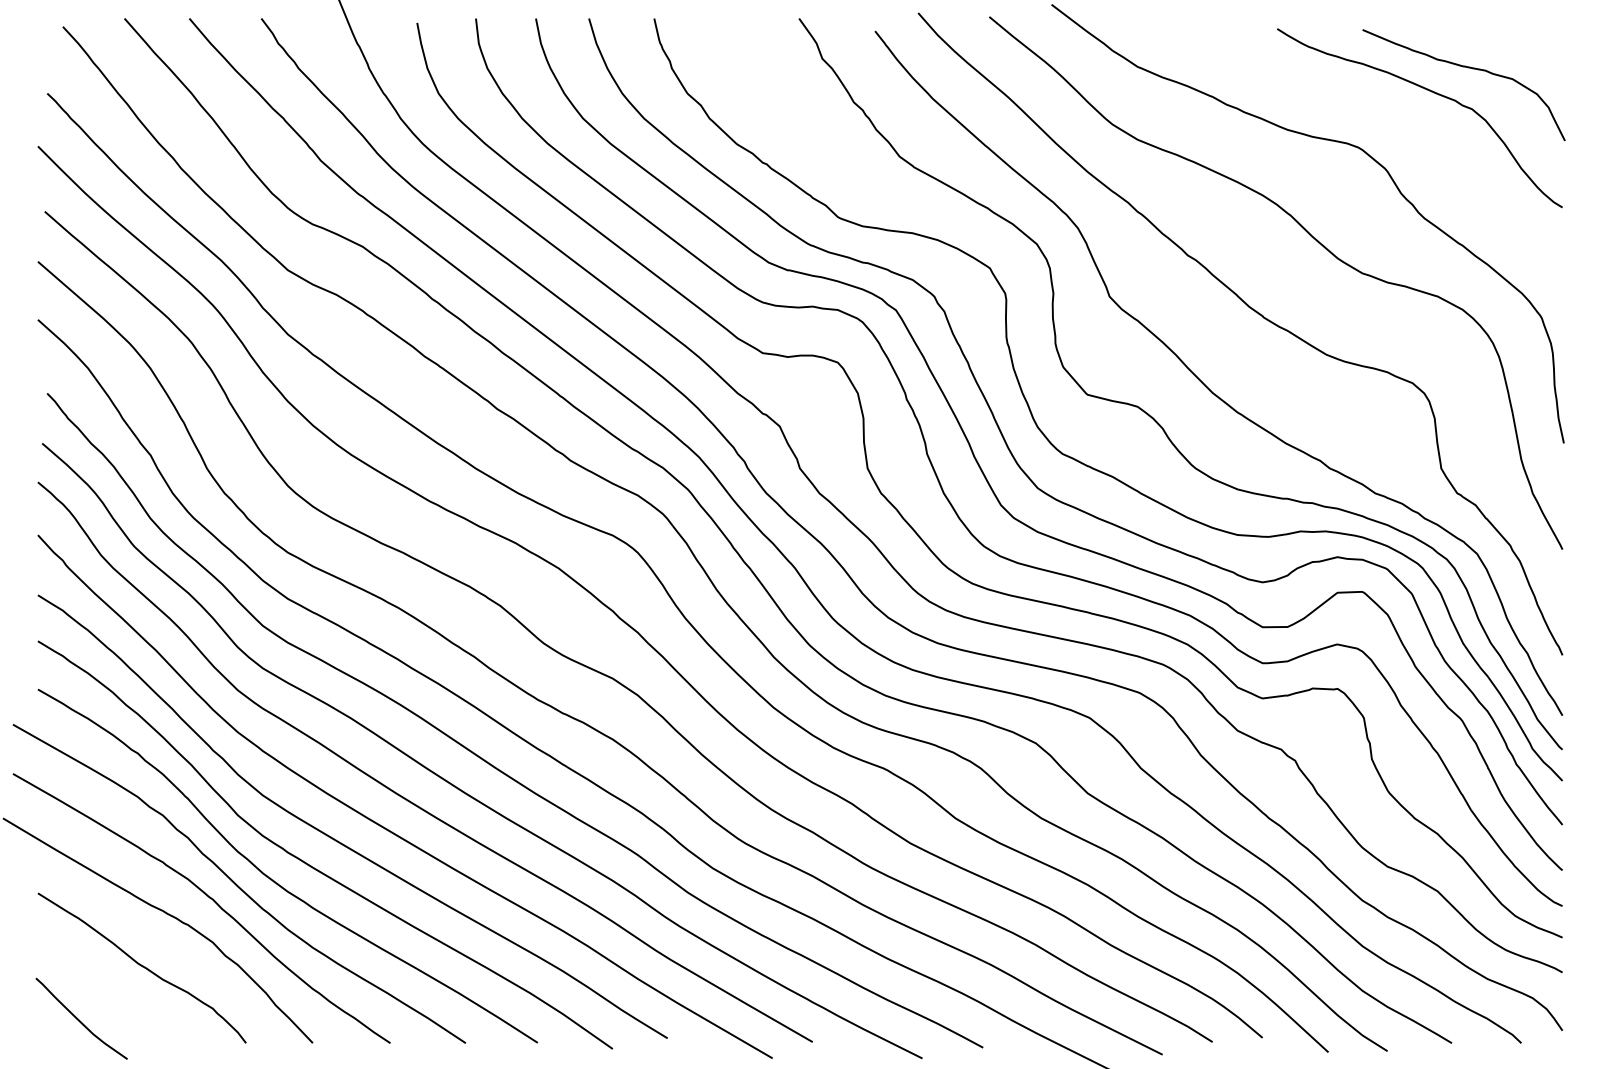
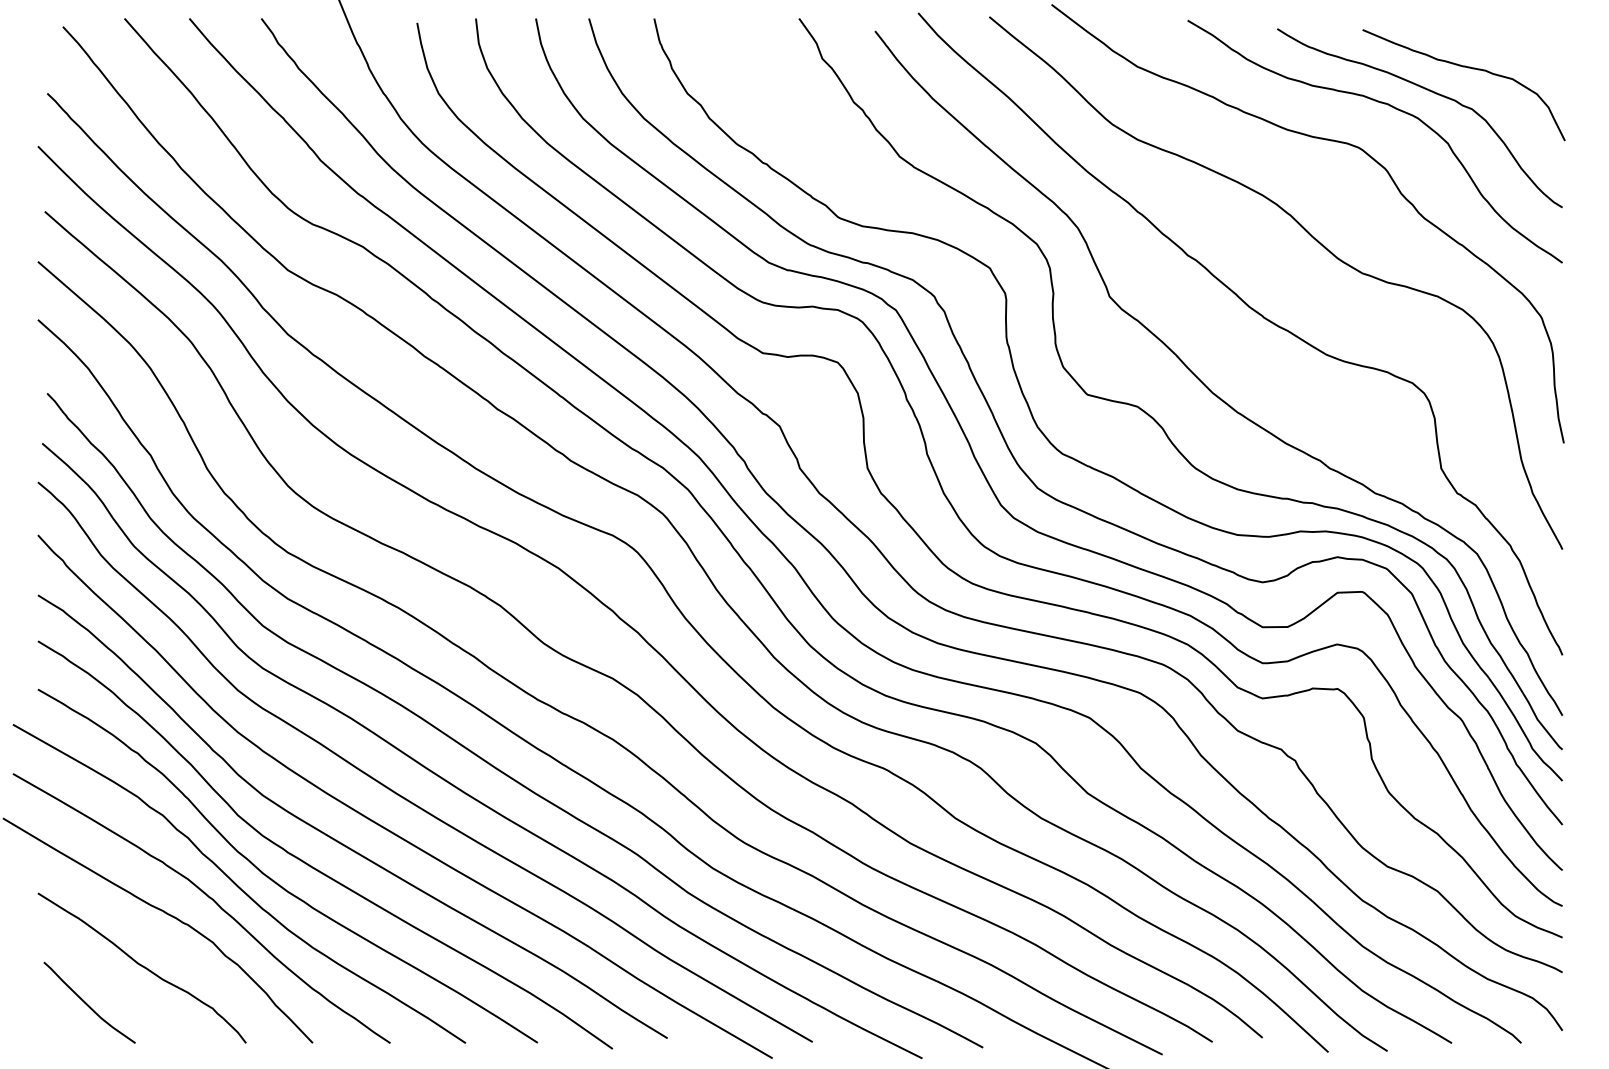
curve at (1391, 107): none -> present
curve at (79, 1019) position: (79, 1019) -> (87, 1003)
